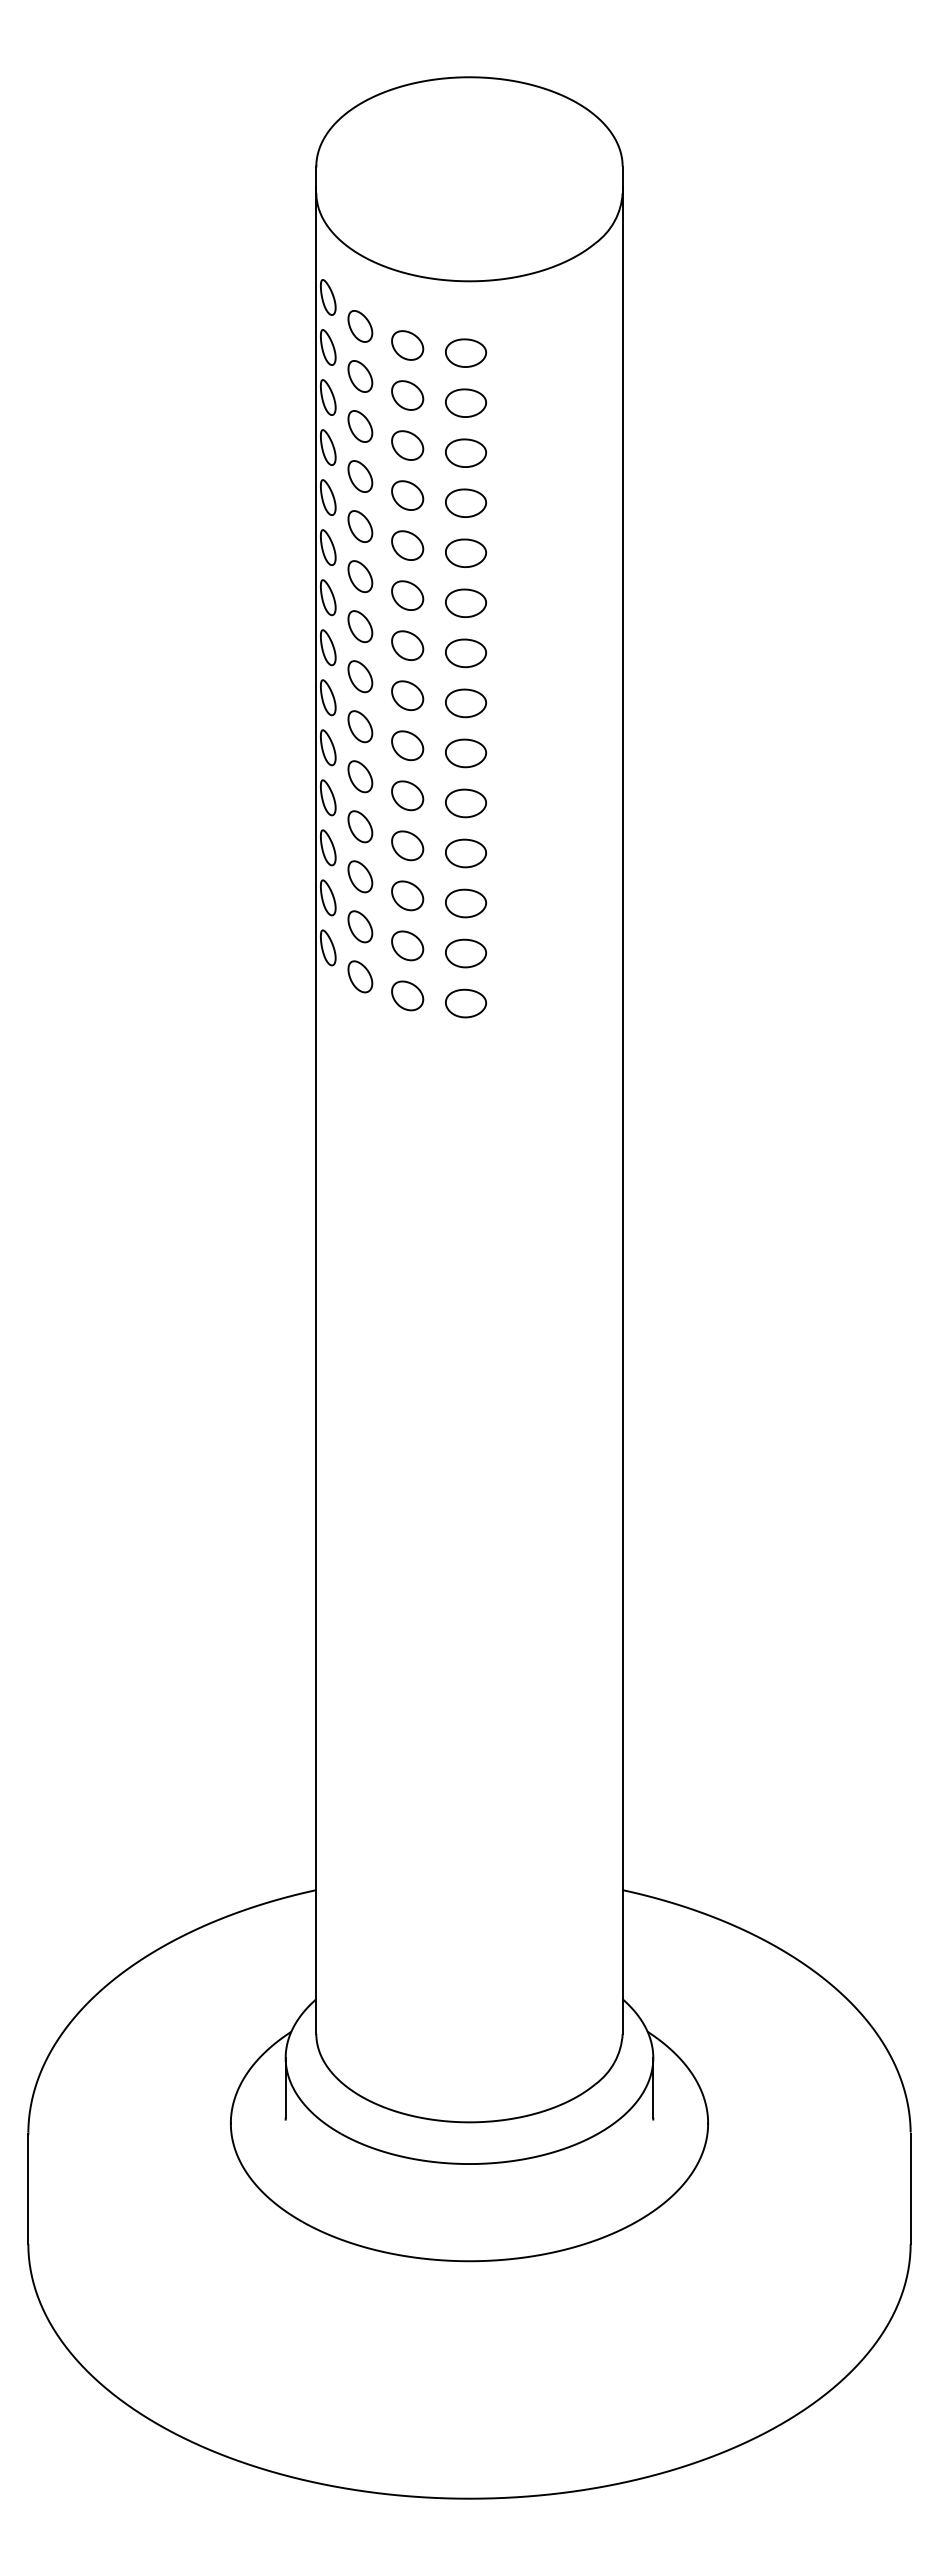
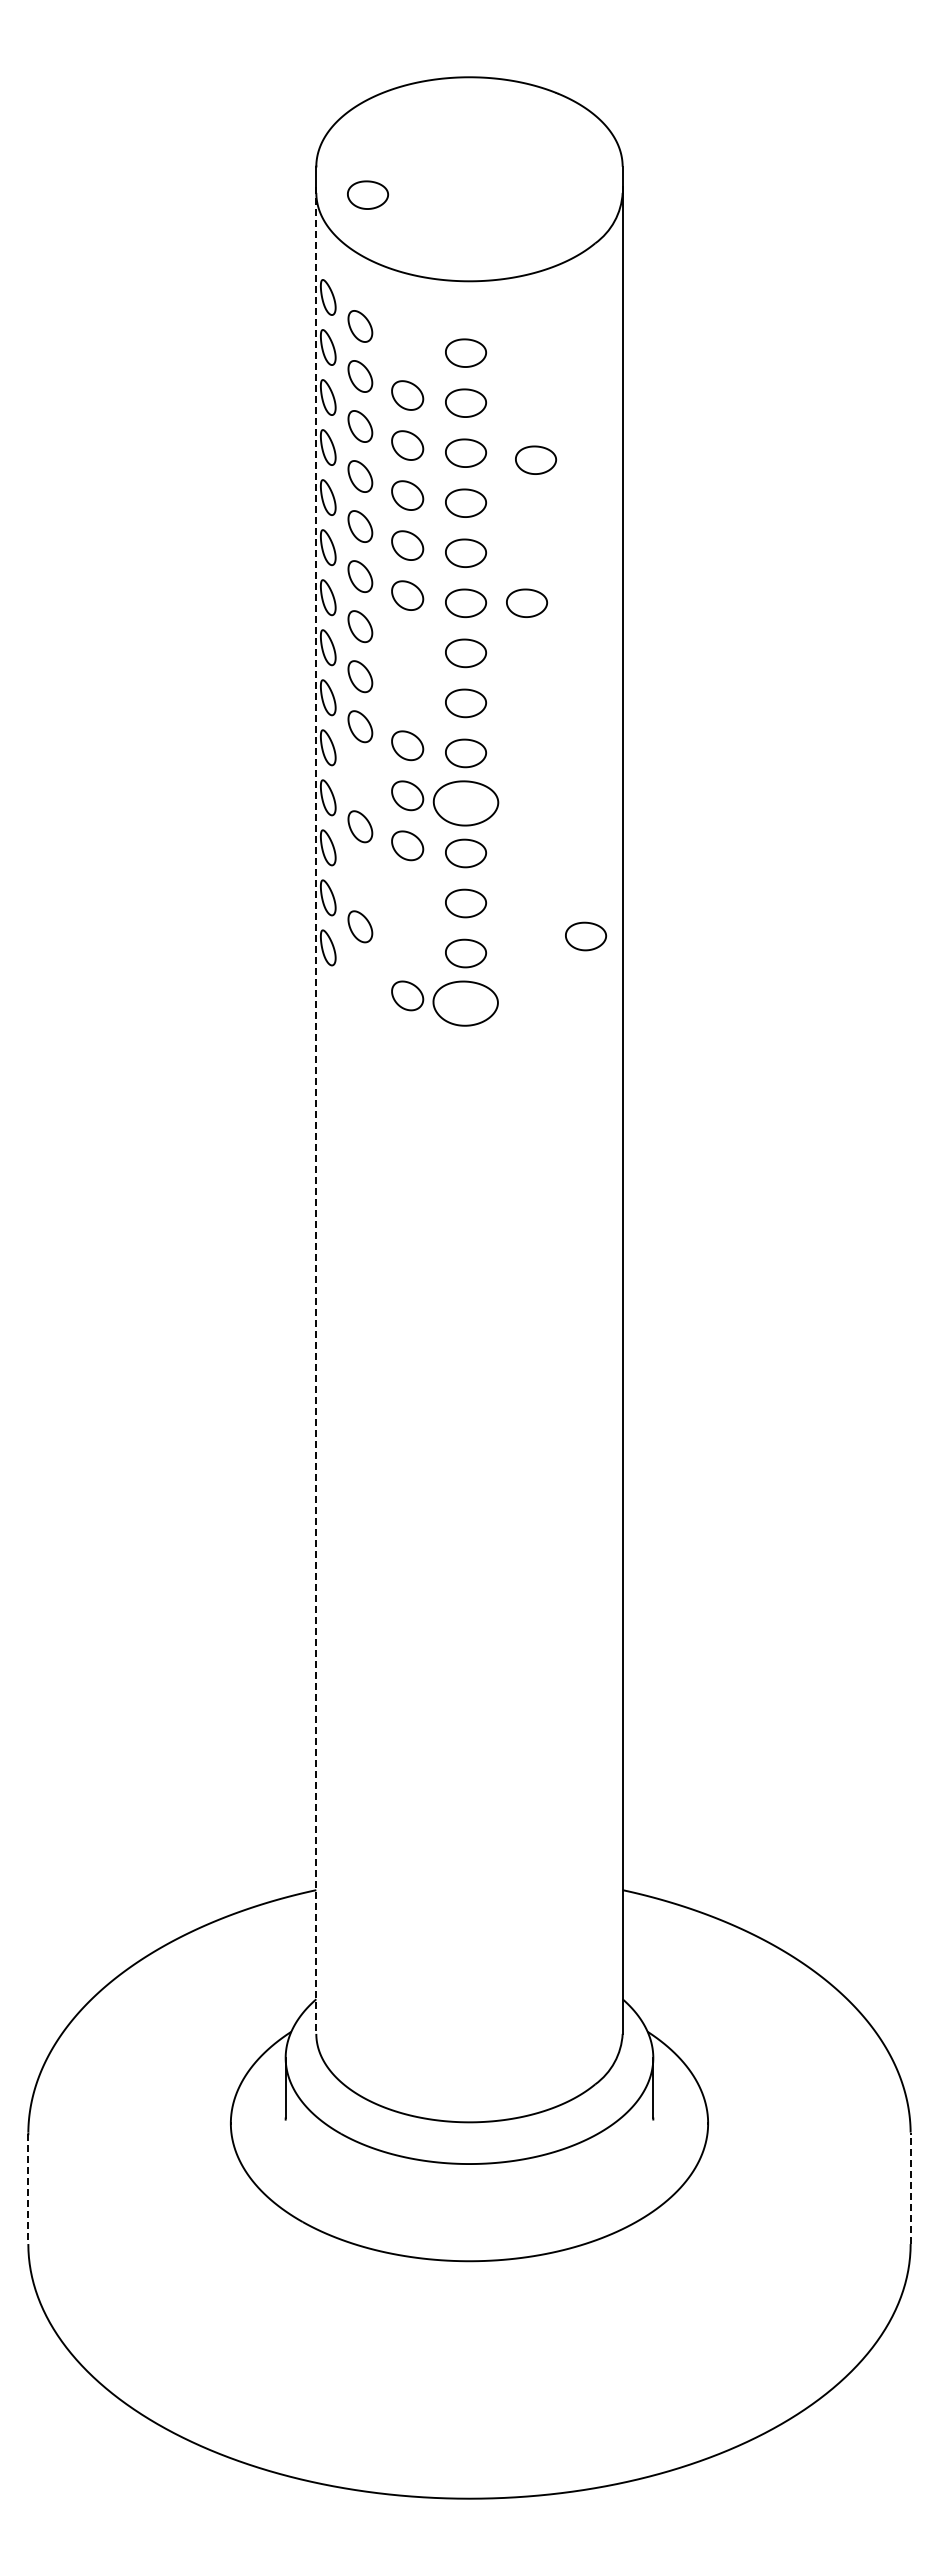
part at (368, 194): none -> present
part at (407, 345): present -> none
part at (536, 459): none -> present
part at (527, 602): none -> present
part at (407, 645): present -> none
part at (407, 695): present -> none
part at (360, 776): present -> none
part at (465, 803) size: 42x31 px -> 68x47 px
part at (360, 876): present -> none
part at (407, 895): present -> none
part at (585, 936): none -> present
part at (407, 945): present -> none
part at (360, 976): present -> none
part at (466, 1003) size: 43x31 px -> 67x47 px
line at (316, 1110): solid -> dashed
line at (910, 2188): solid -> dashed
line at (28, 2189): solid -> dashed
